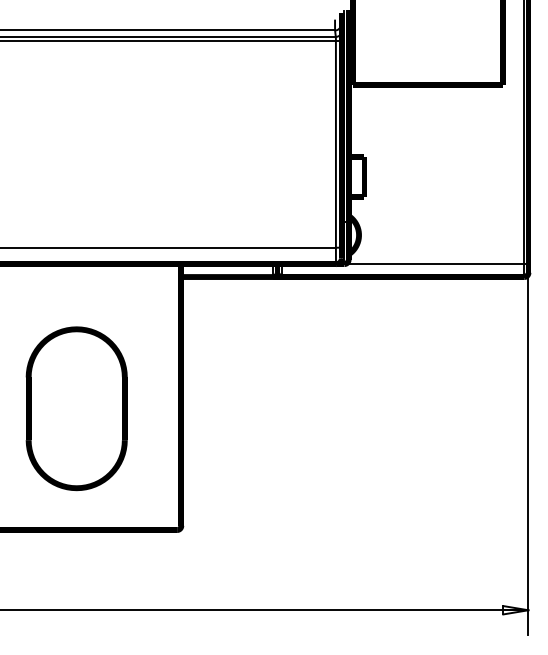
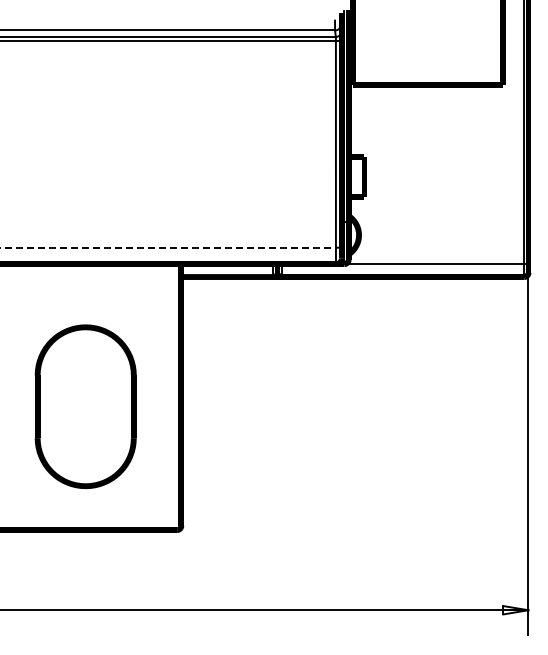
line at (168, 247): solid -> dashed
part at (76, 408) position: (76, 408) -> (85, 406)
